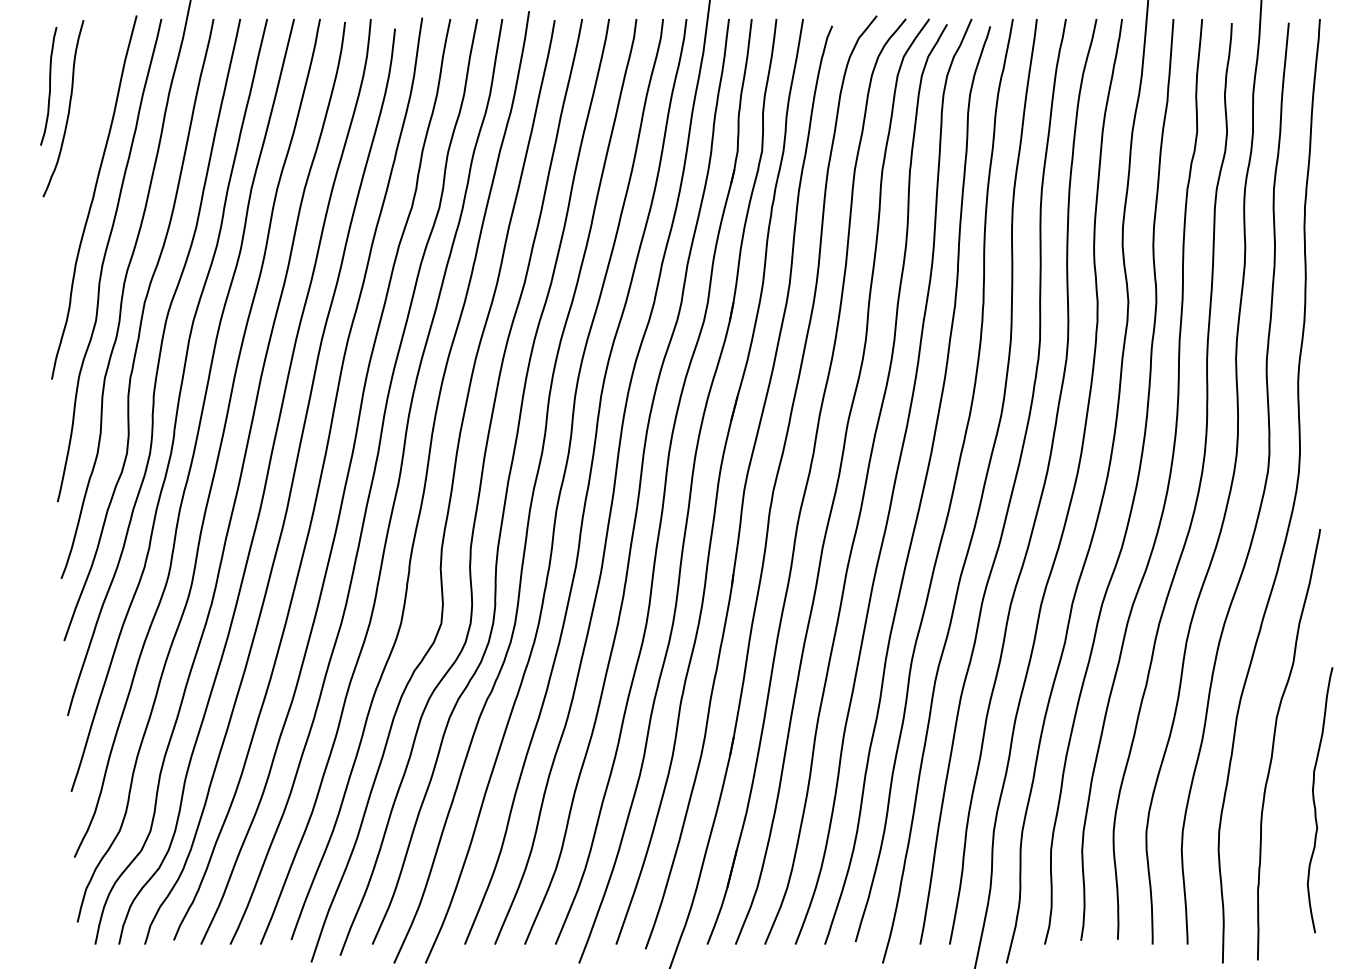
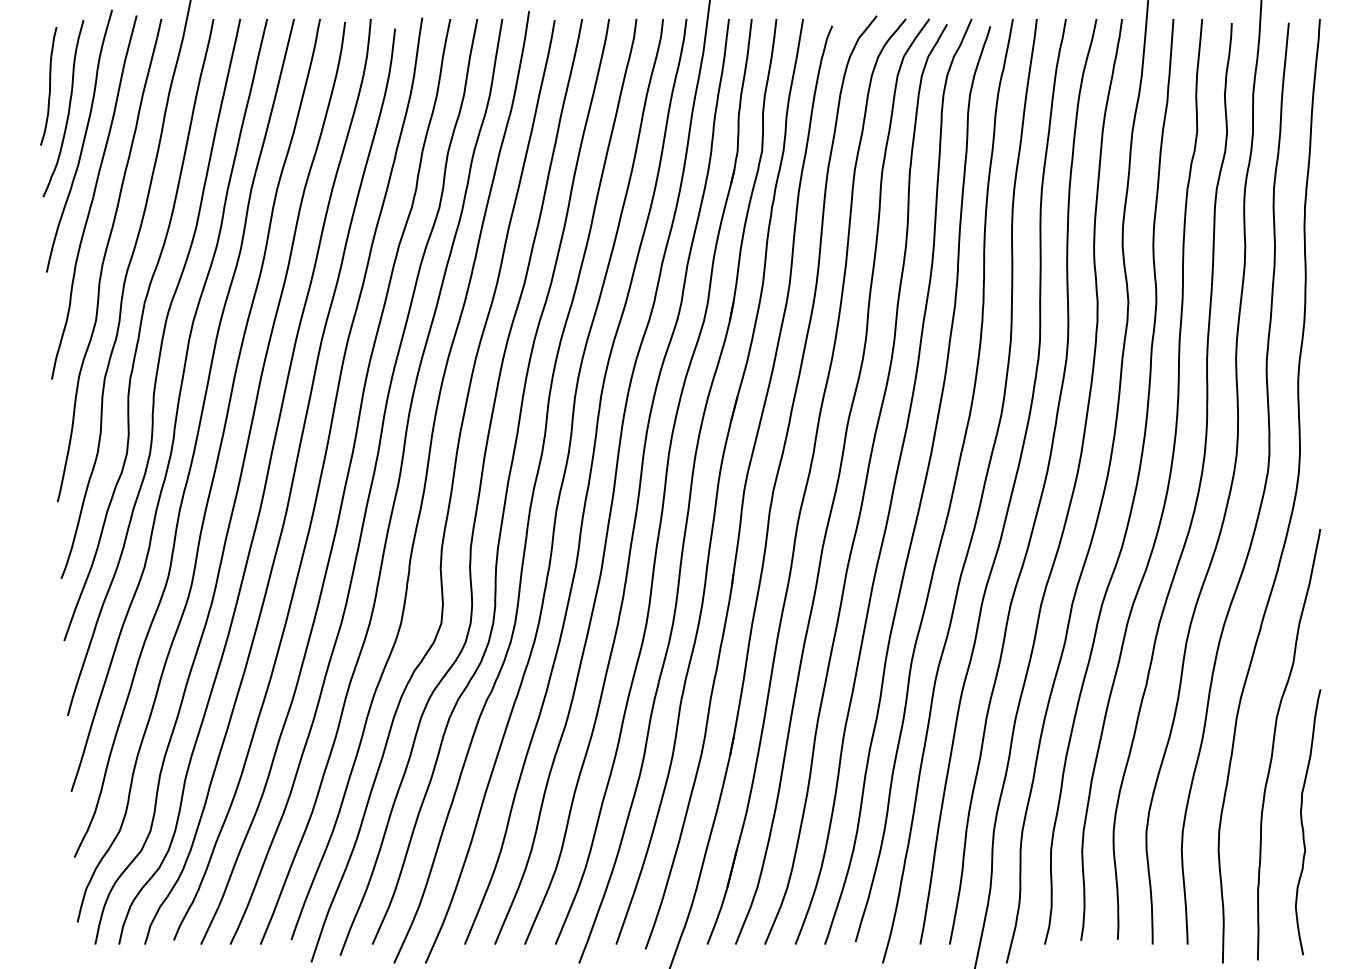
curve at (82, 141): none -> present
curve at (1314, 800) position: (1314, 800) -> (1302, 822)
